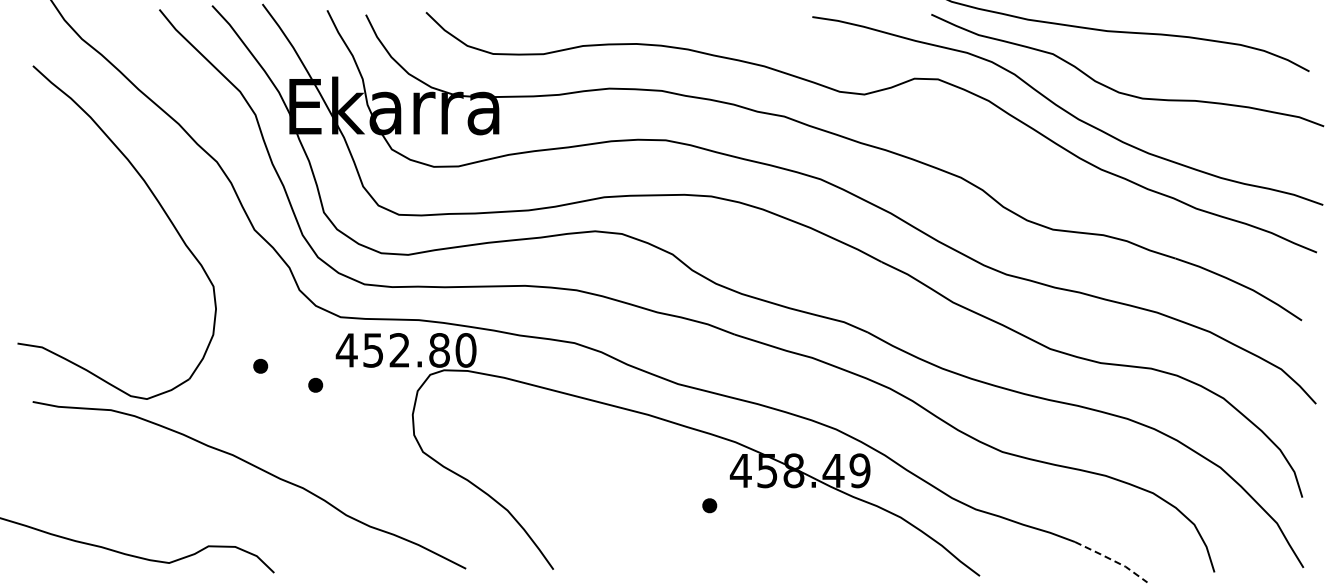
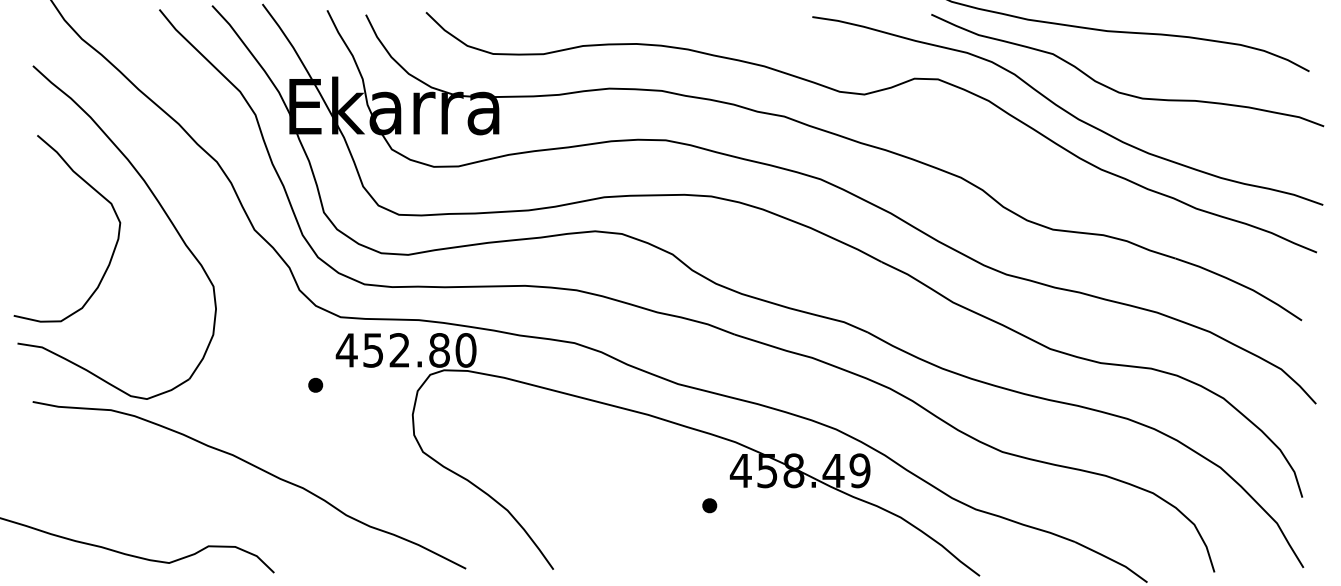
curve at (98, 194): none -> present
part at (260, 365): present -> none
line at (1112, 560): dashed -> solid
